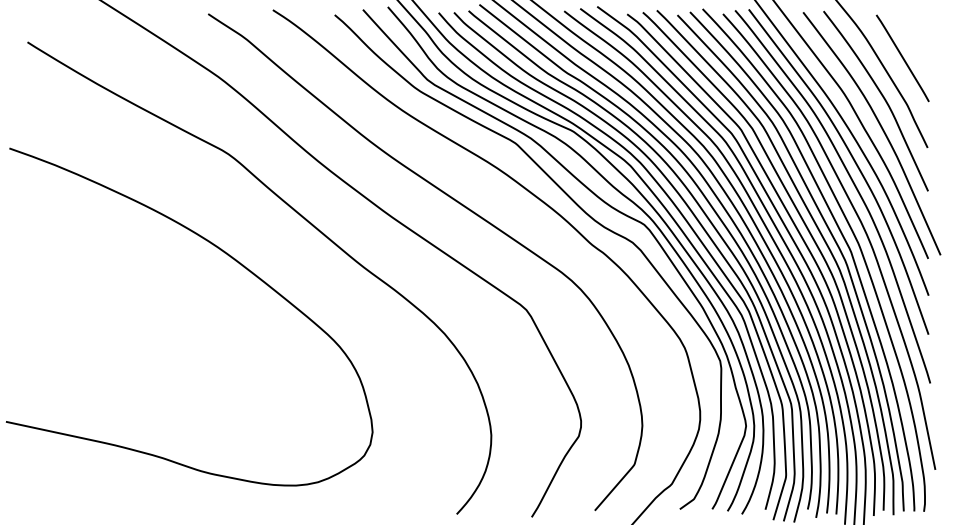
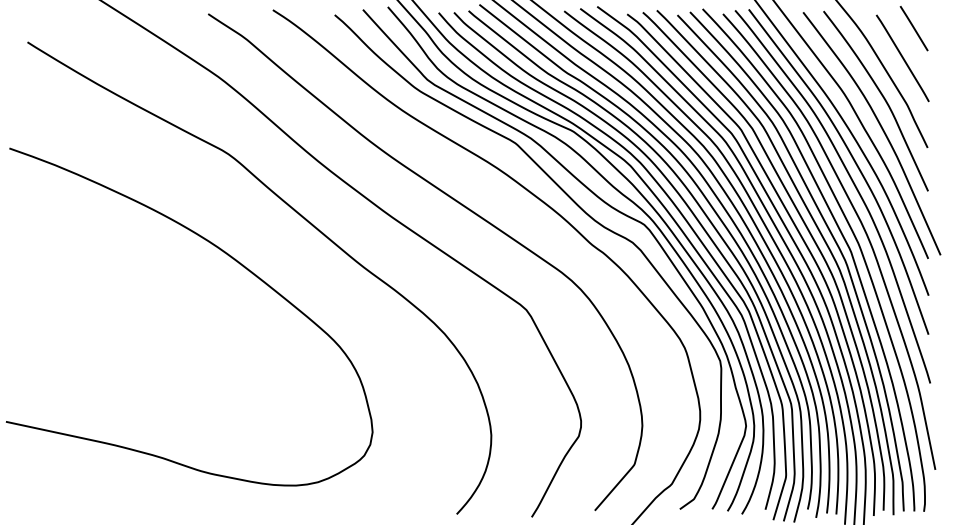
line at (913, 28): none -> present
